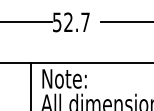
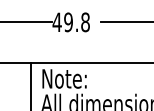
text at (70, 22): 52.7 -> 49.8
